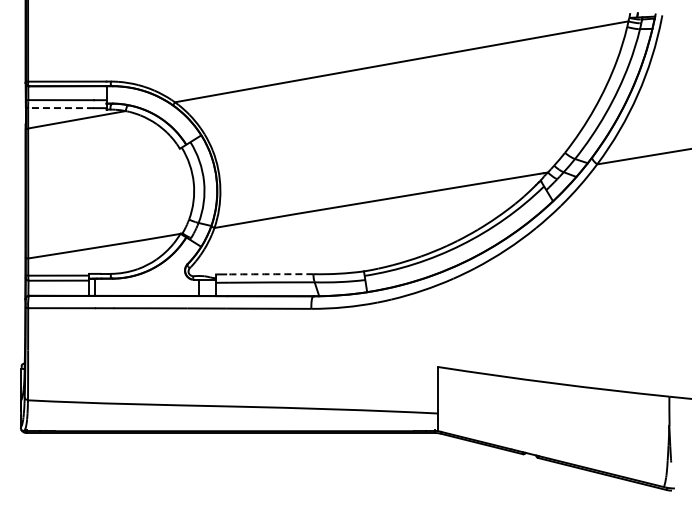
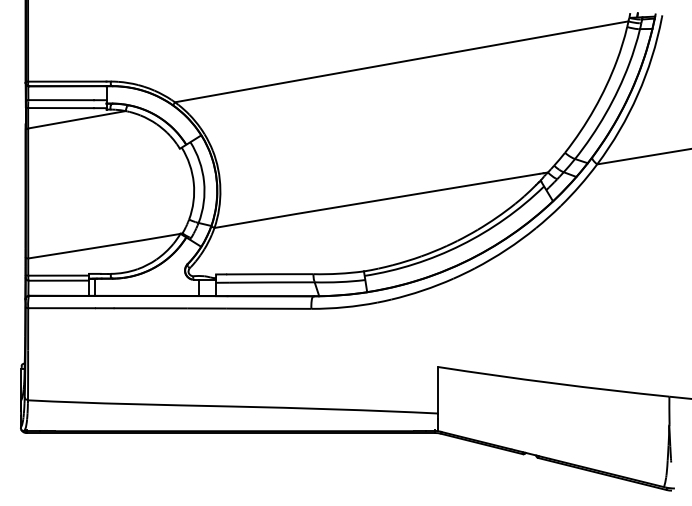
line at (61, 108): dashed -> solid
arc at (269, 274): dashed -> solid
